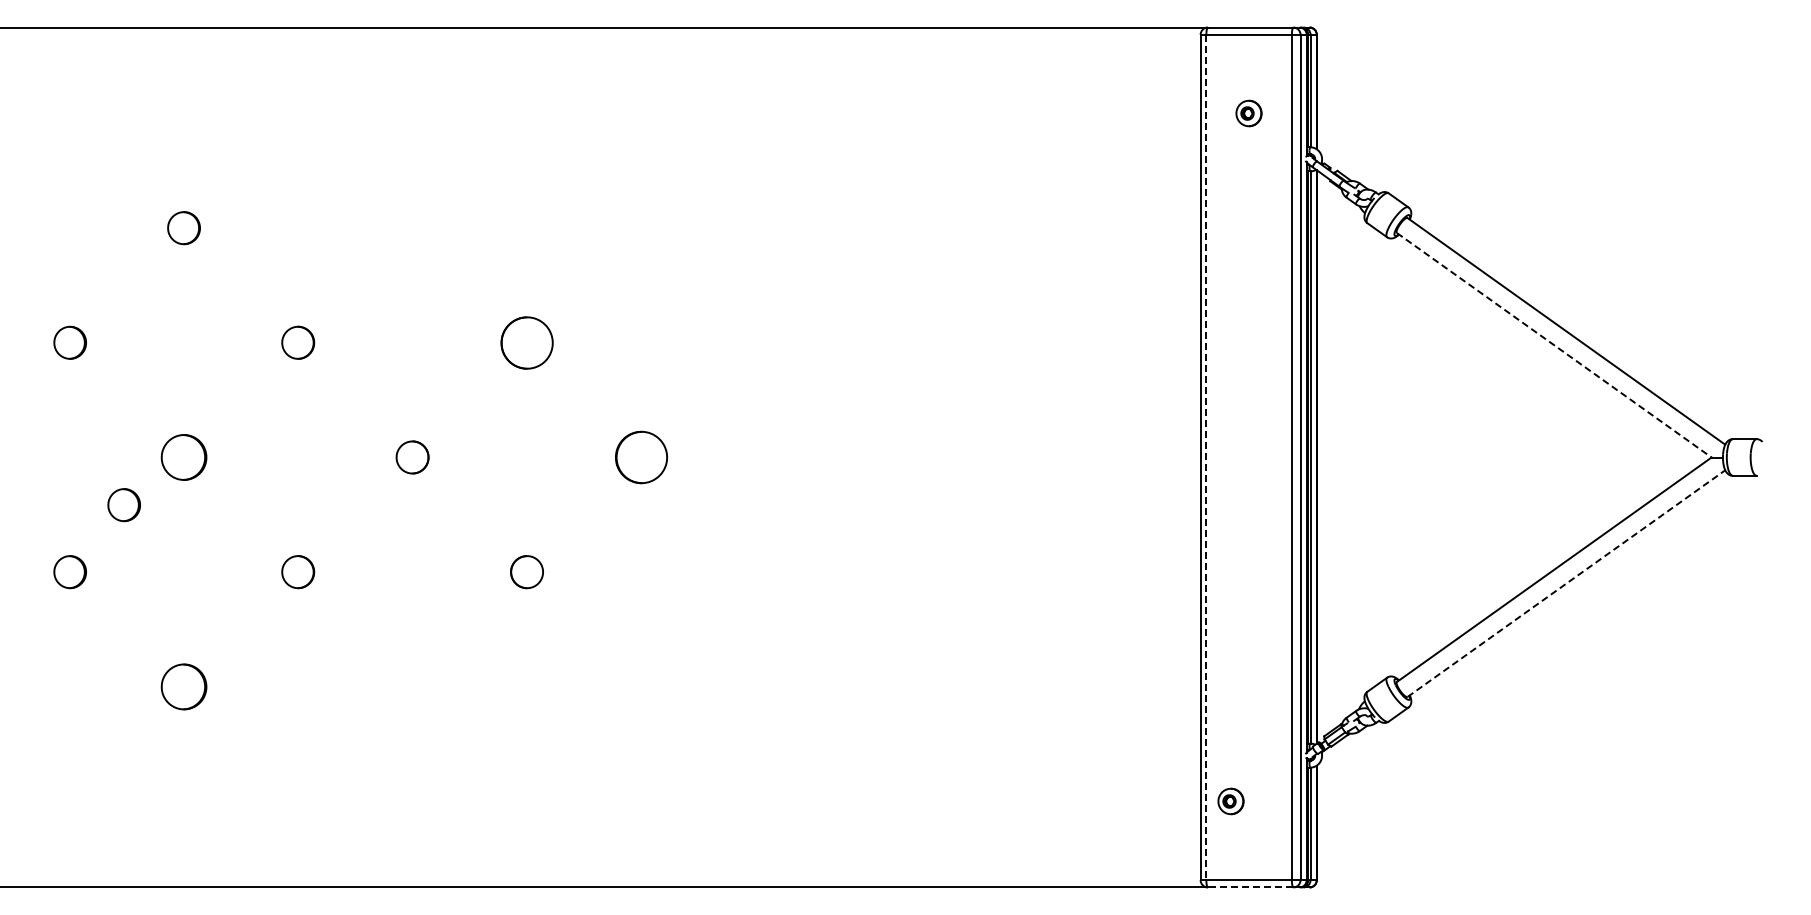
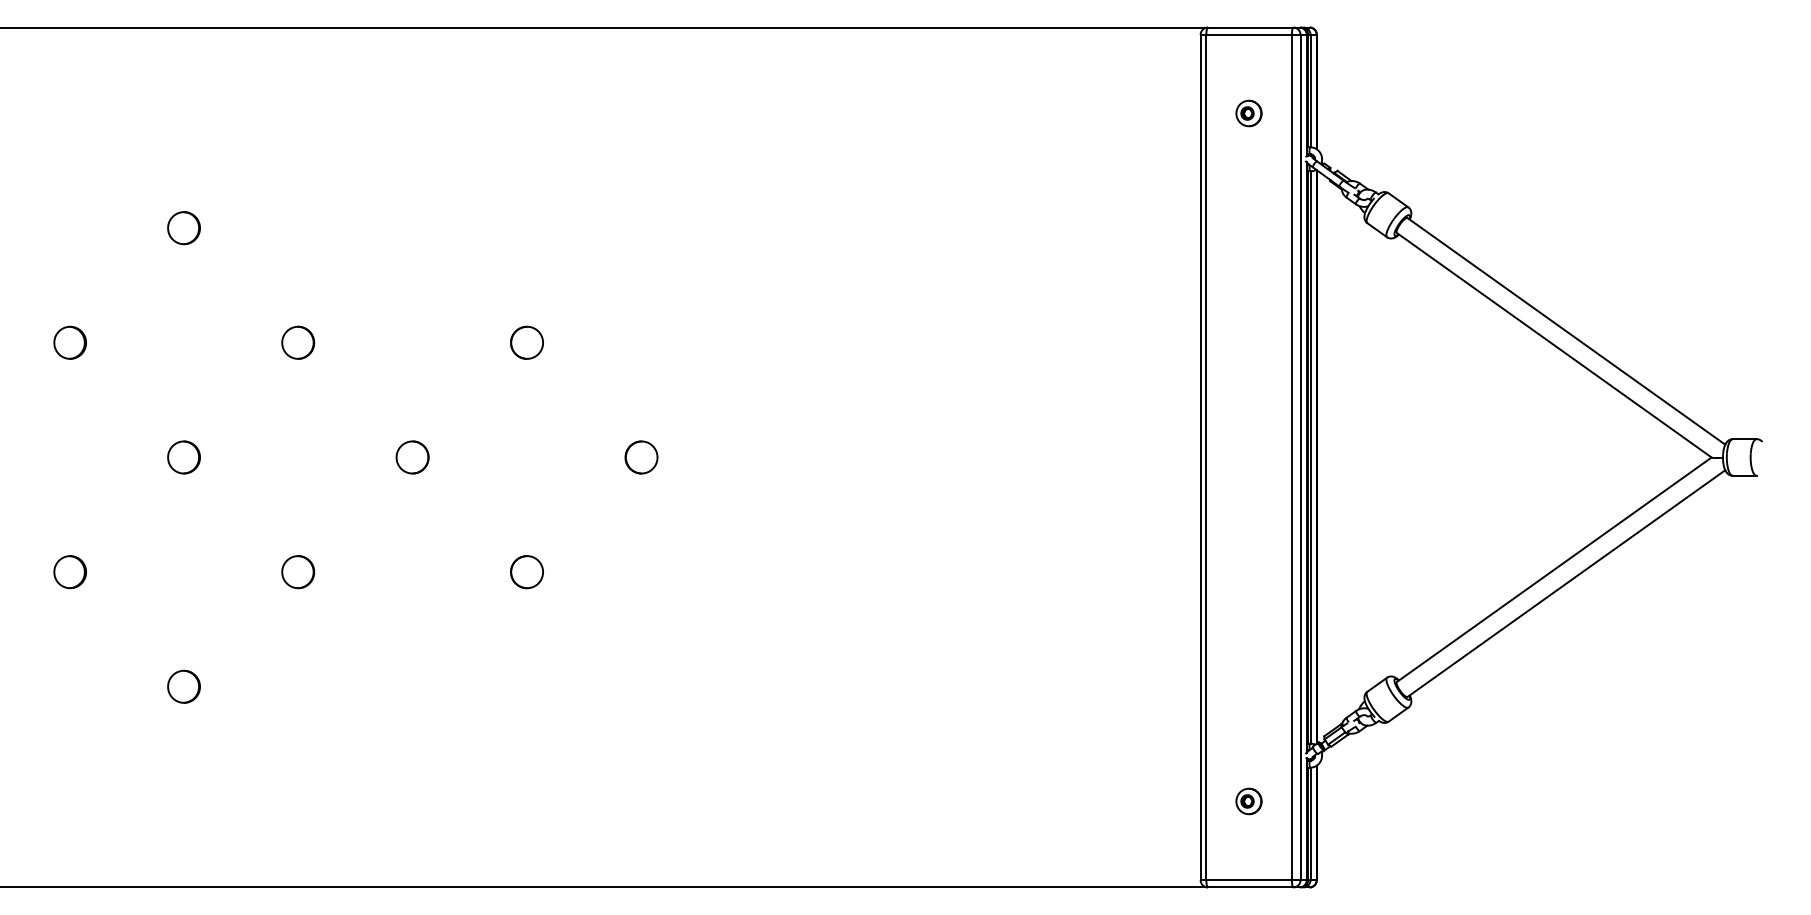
part at (526, 342) size: 54x54 px -> 34x35 px
line at (1554, 345): dashed -> solid
part at (183, 457) size: 48x47 px -> 34x35 px
part at (641, 457) size: 53x55 px -> 35x35 px
line at (1206, 457): dashed -> solid
part at (123, 505): present -> none
line at (1566, 583): dashed -> solid
part at (183, 686) size: 48x48 px -> 34x35 px
part at (1230, 801) position: (1230, 801) -> (1248, 801)
line at (1250, 887): dashed -> solid
